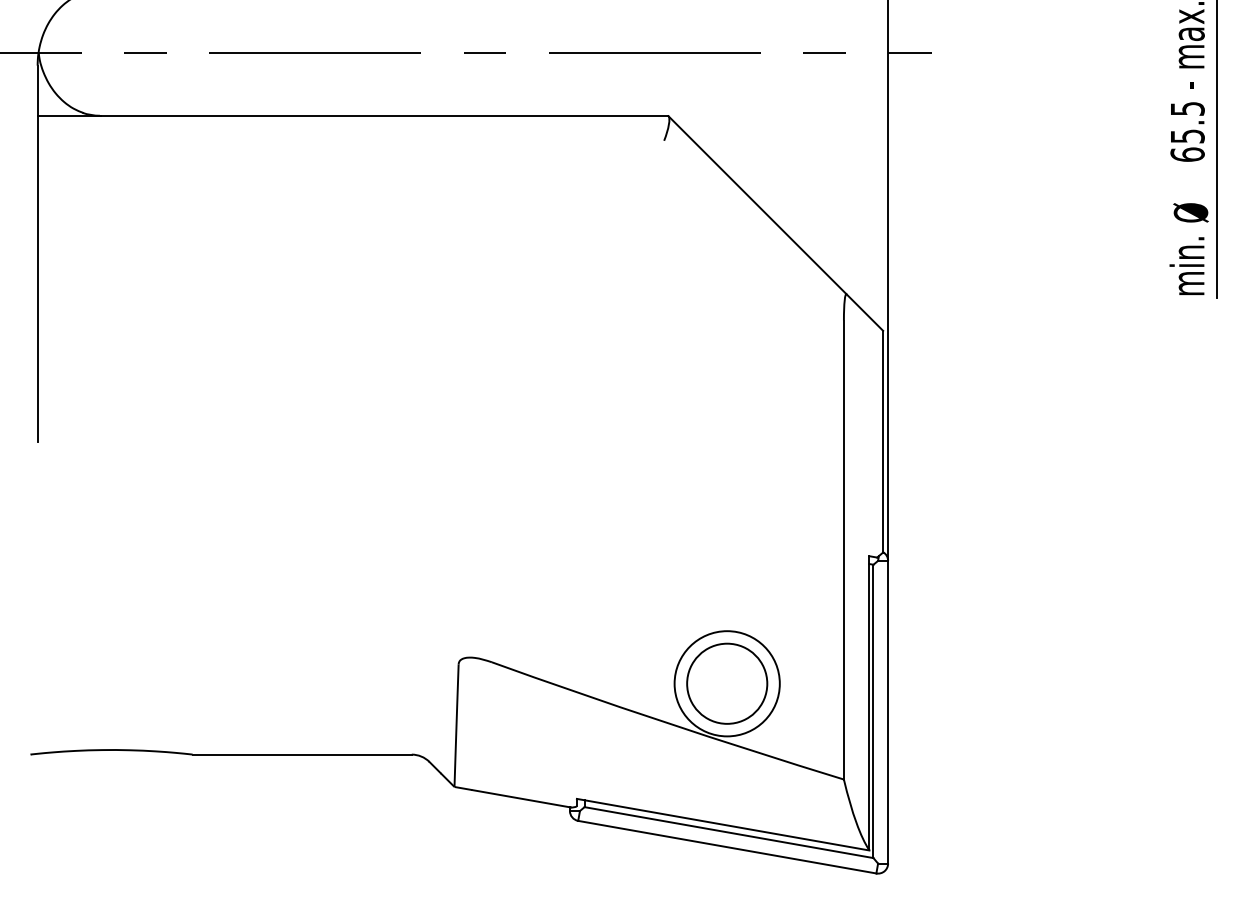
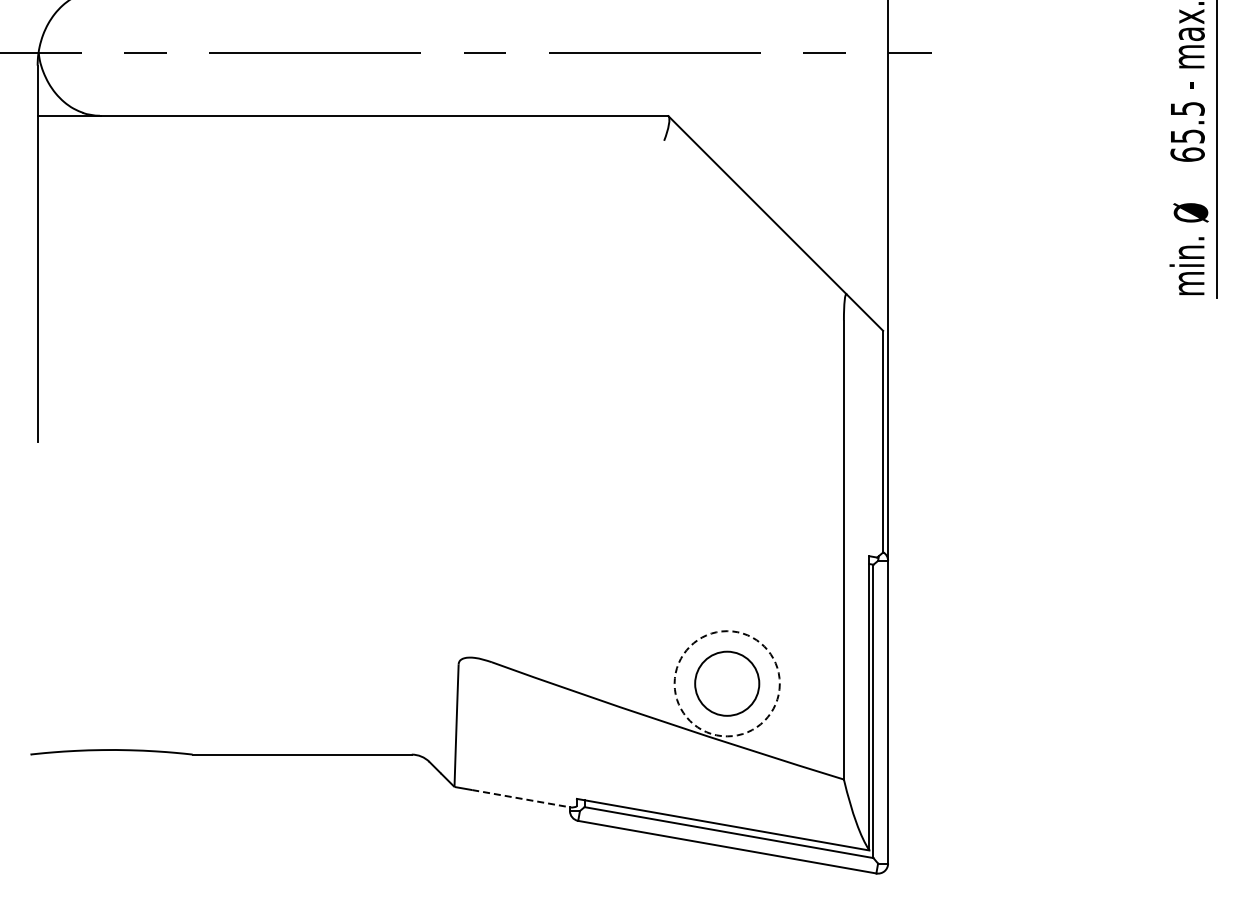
circle at (726, 683): solid -> dashed
circle at (727, 683) diameter: 80 px -> 64 px
line at (522, 798): solid -> dashed
